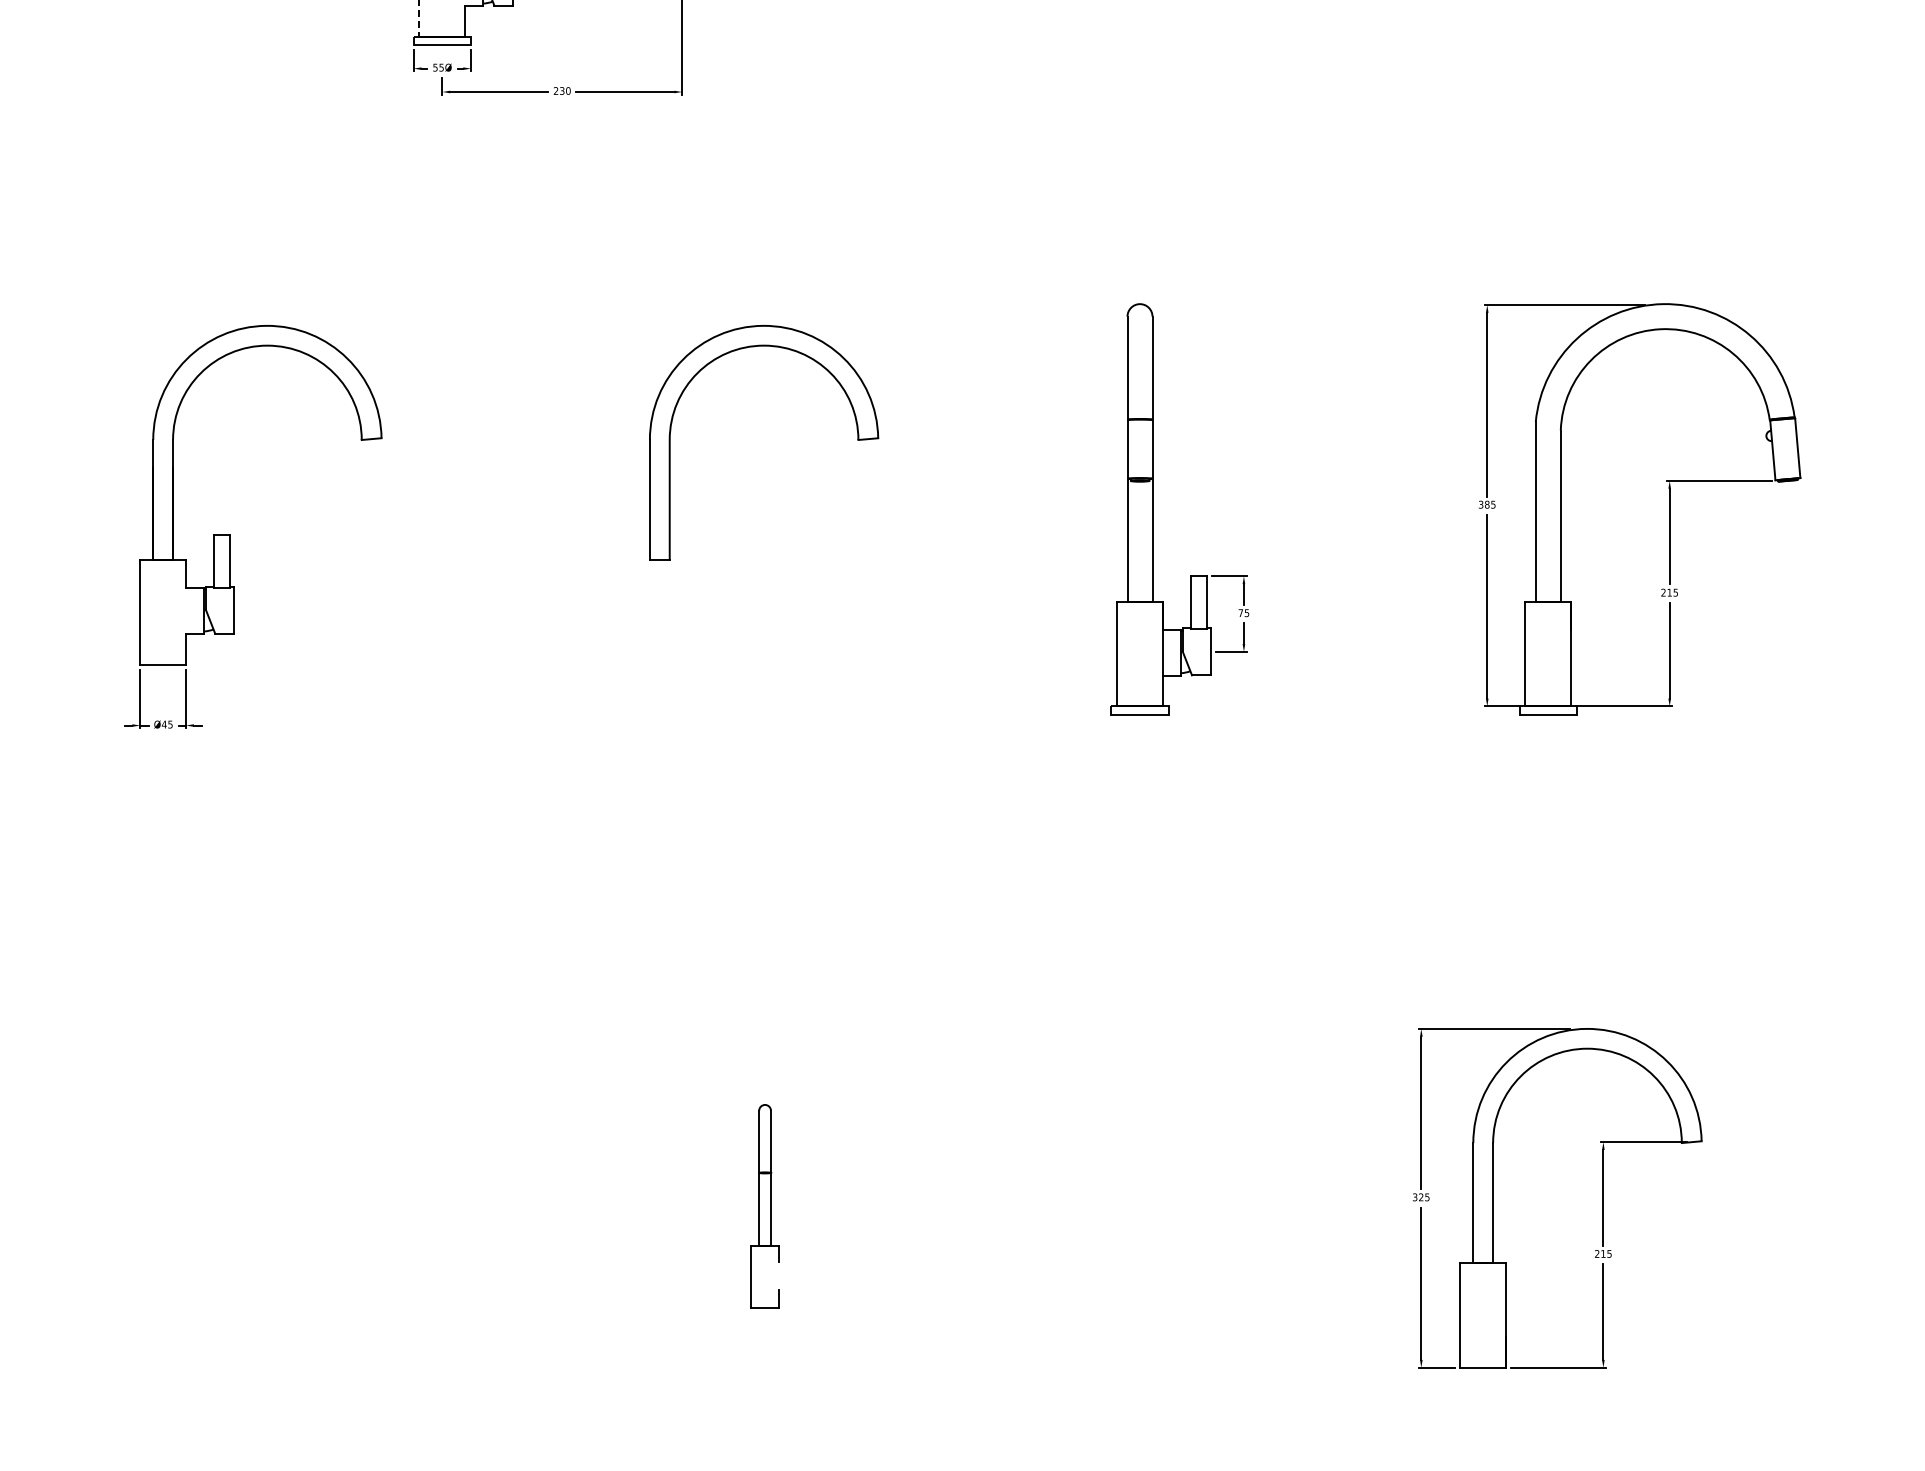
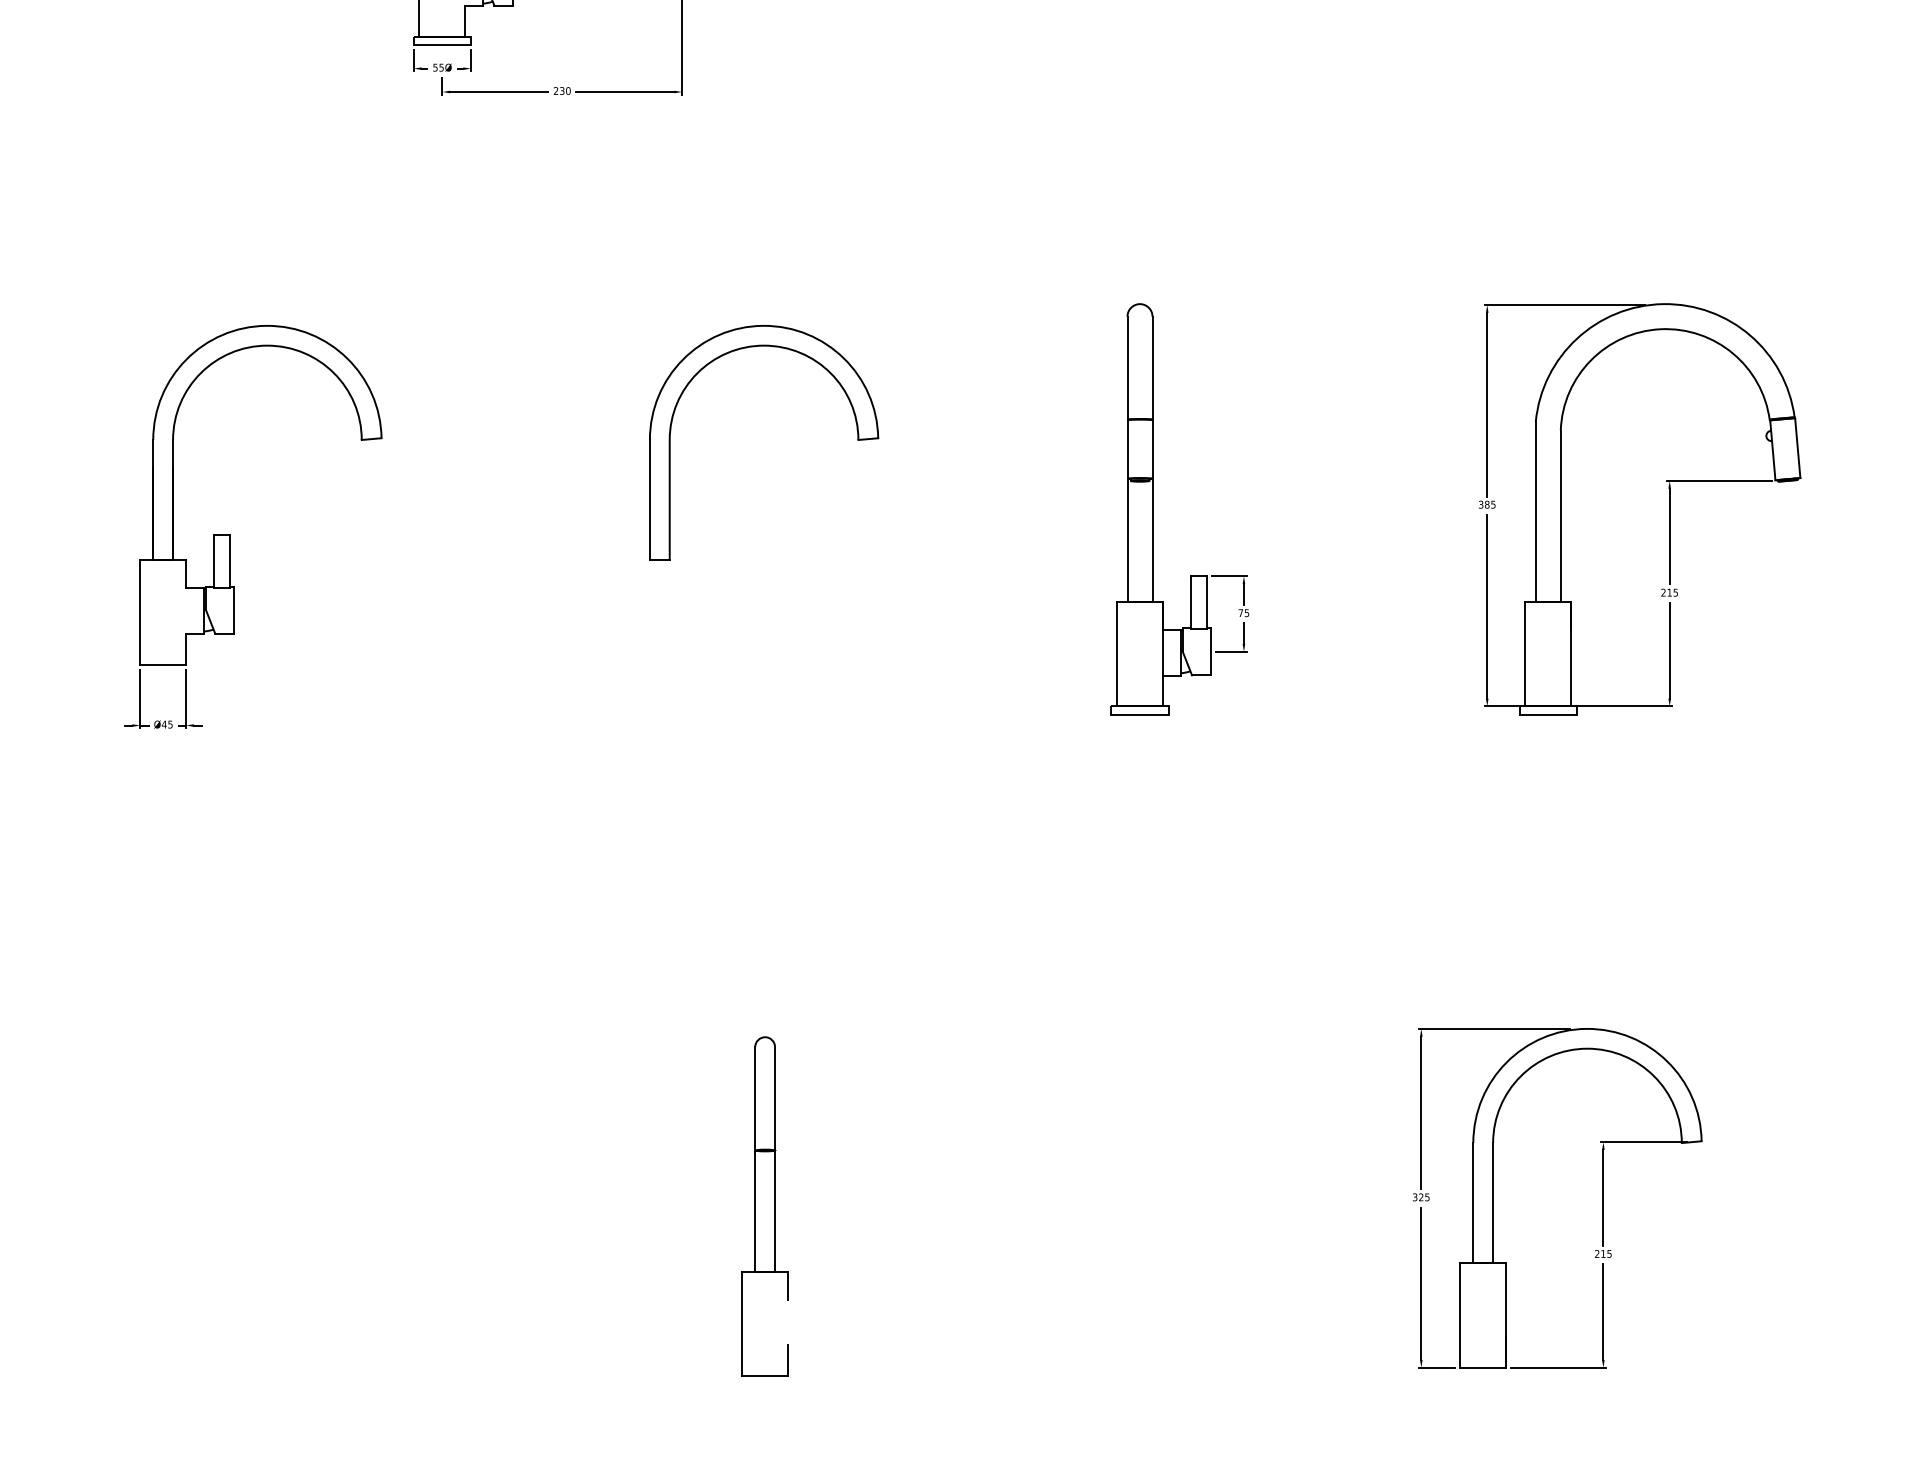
line at (419, 18): dashed -> solid
part at (764, 1206) size: 30x205 px -> 48x341 px
